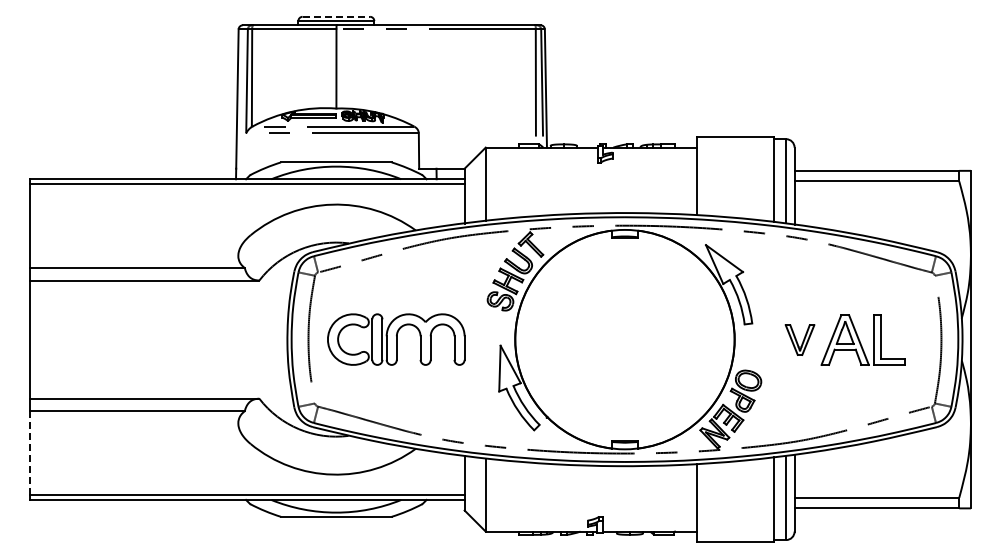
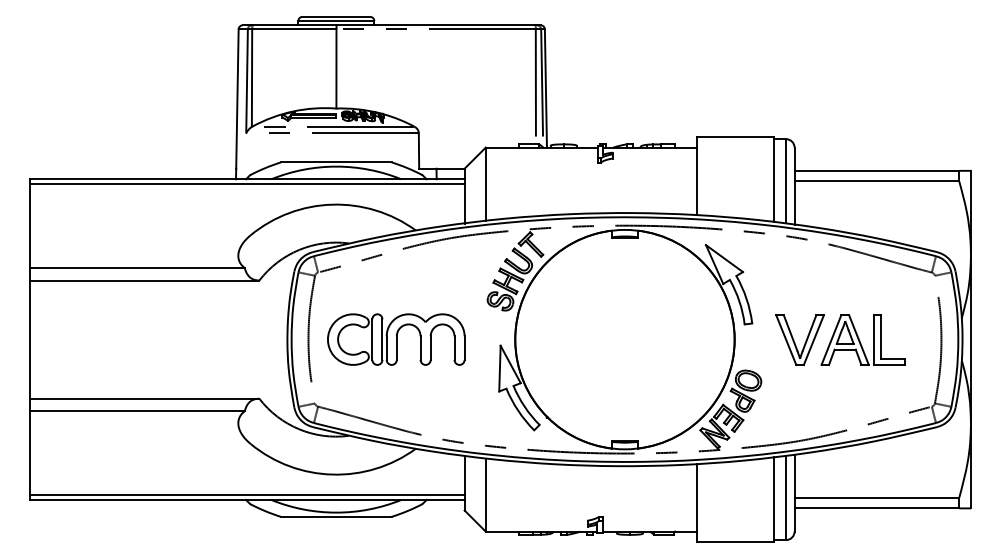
line at (336, 16): dashed -> solid
part at (799, 339) size: 32x32 px -> 50x52 px
line at (30, 453): dashed -> solid
